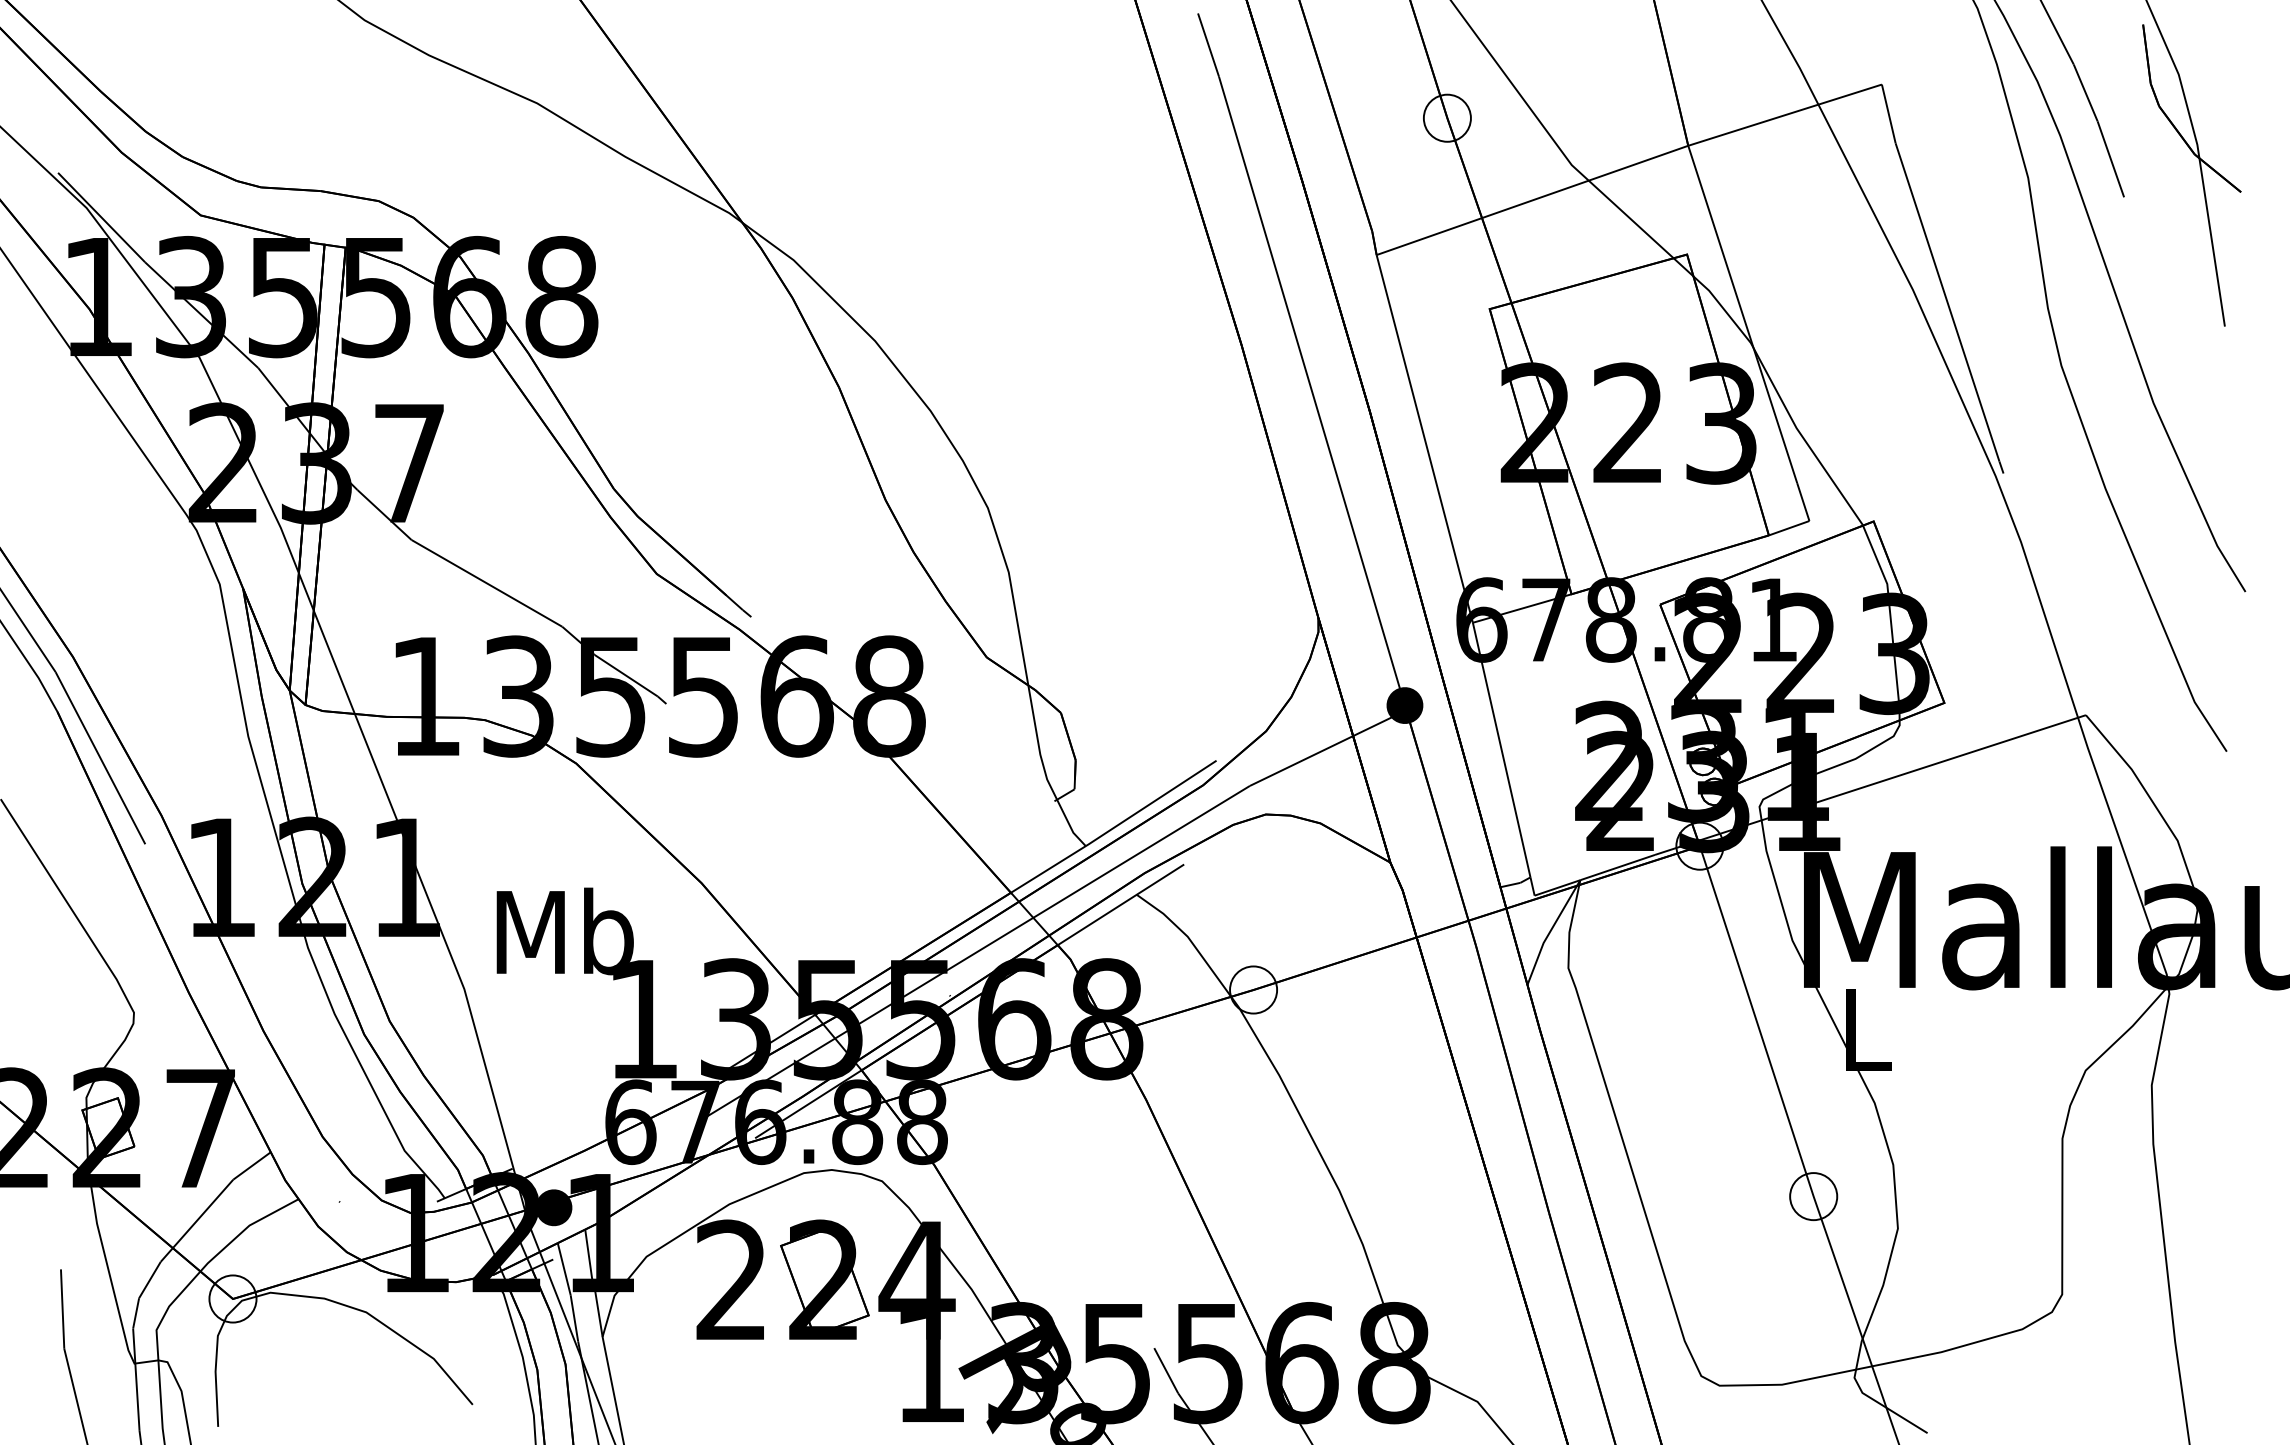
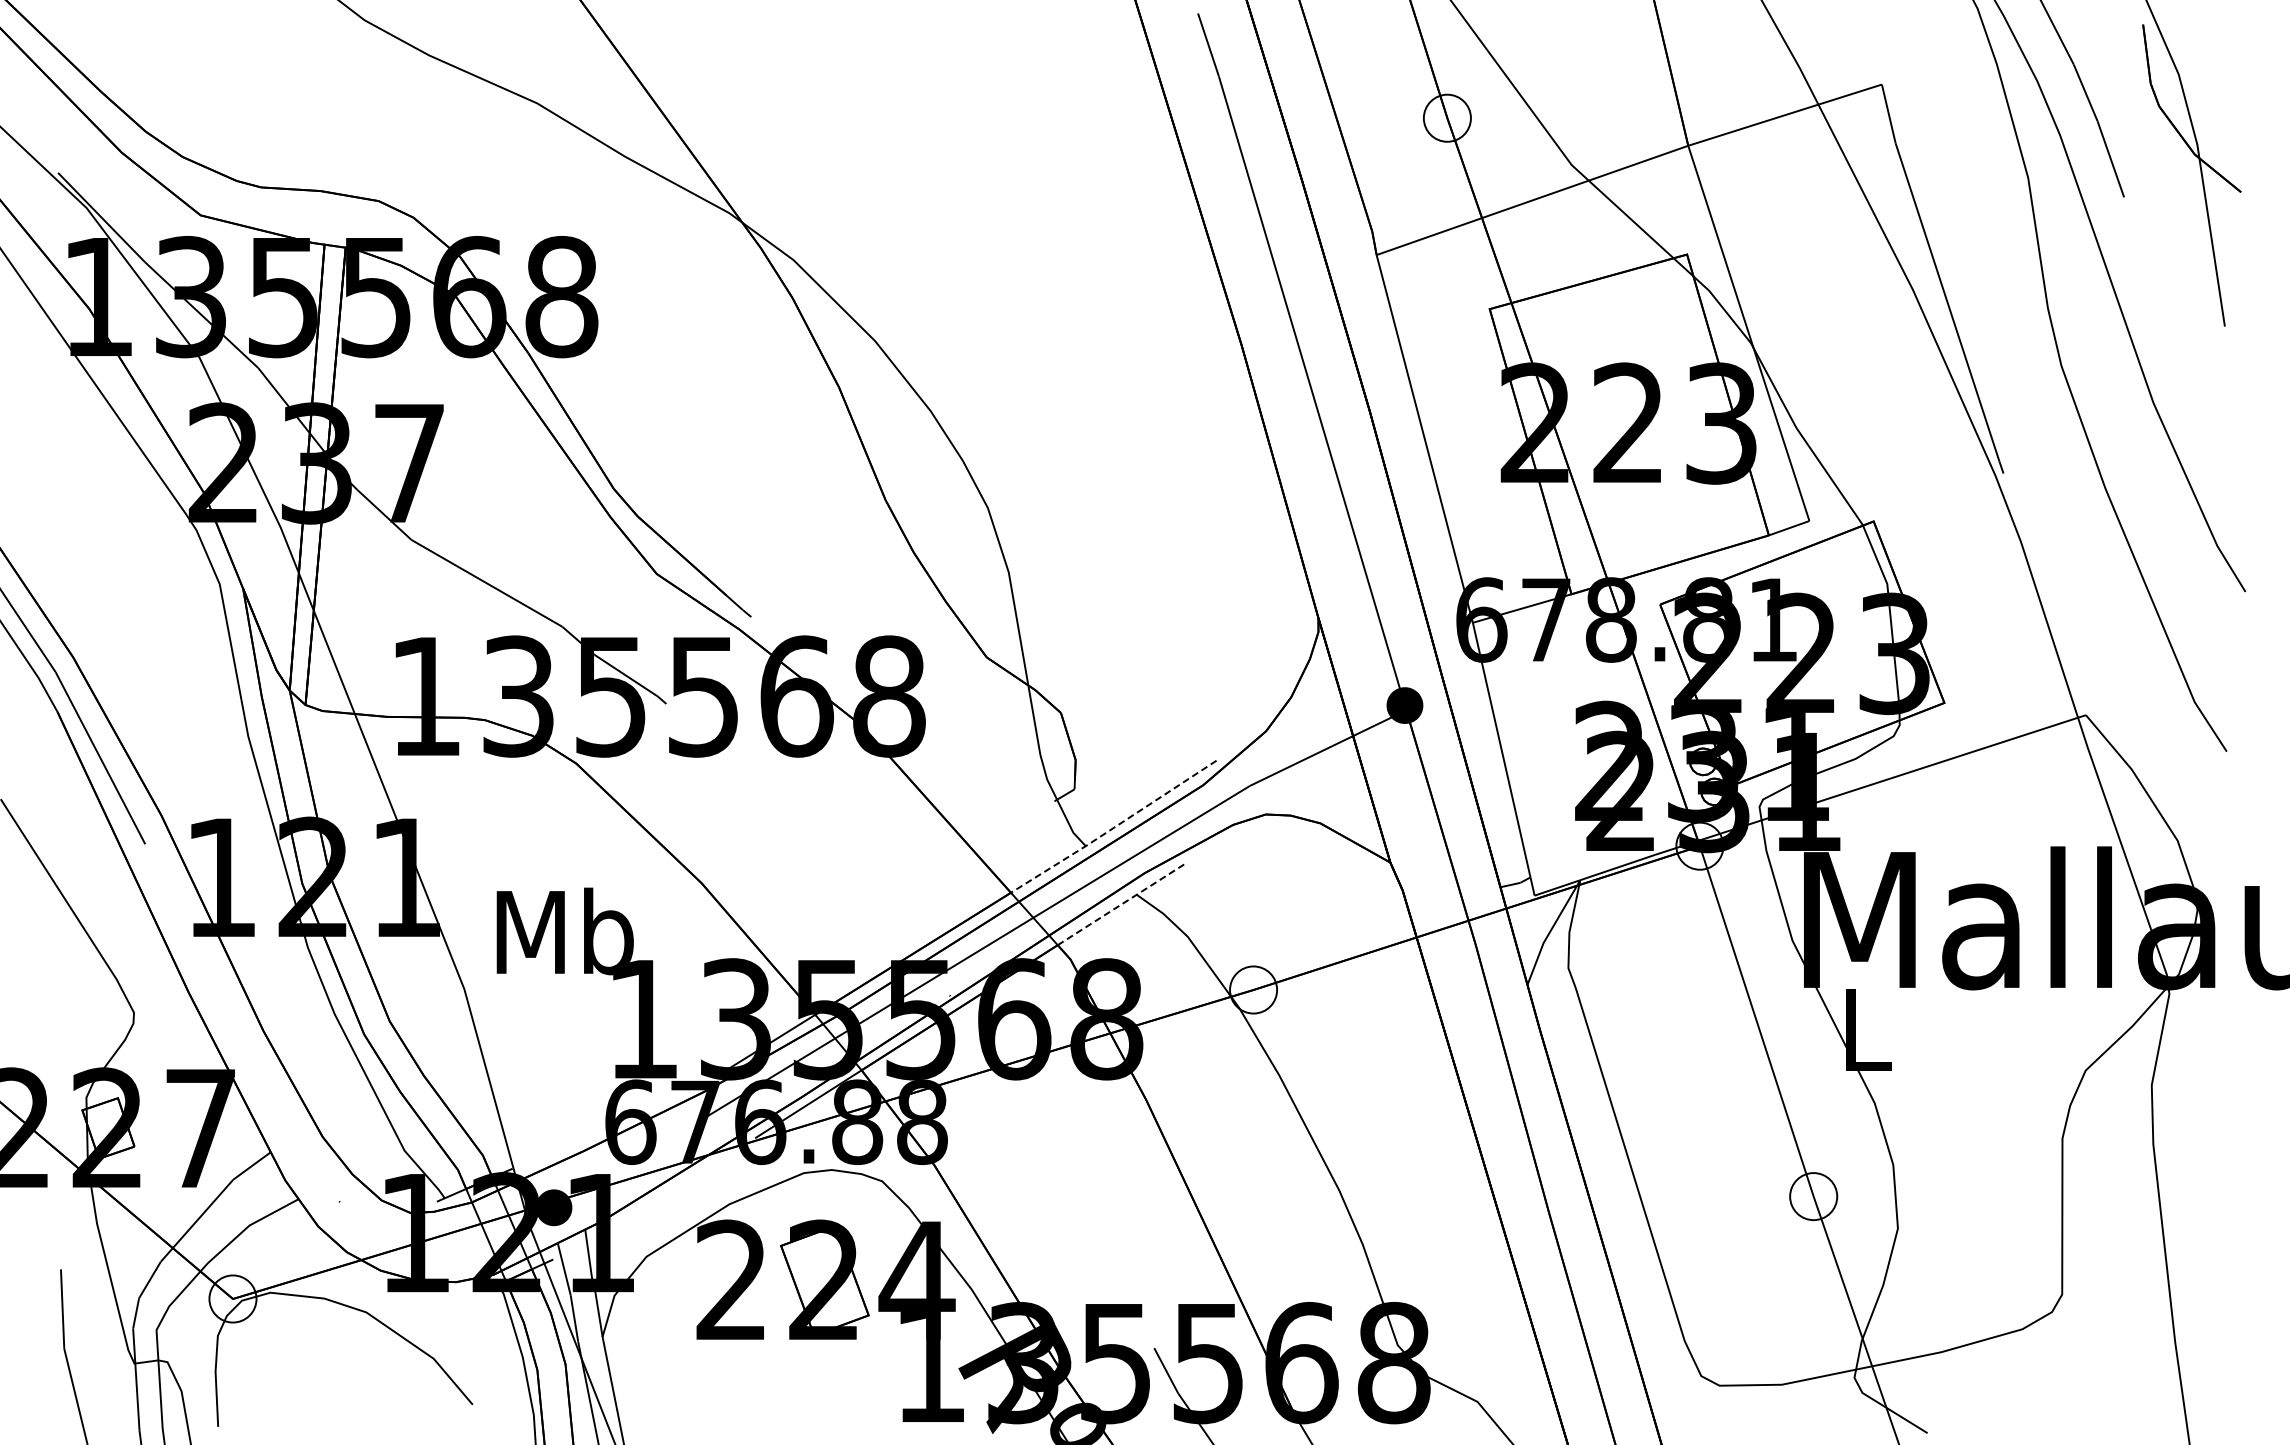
line at (1113, 827): solid -> dashed
line at (1120, 904): solid -> dashed
